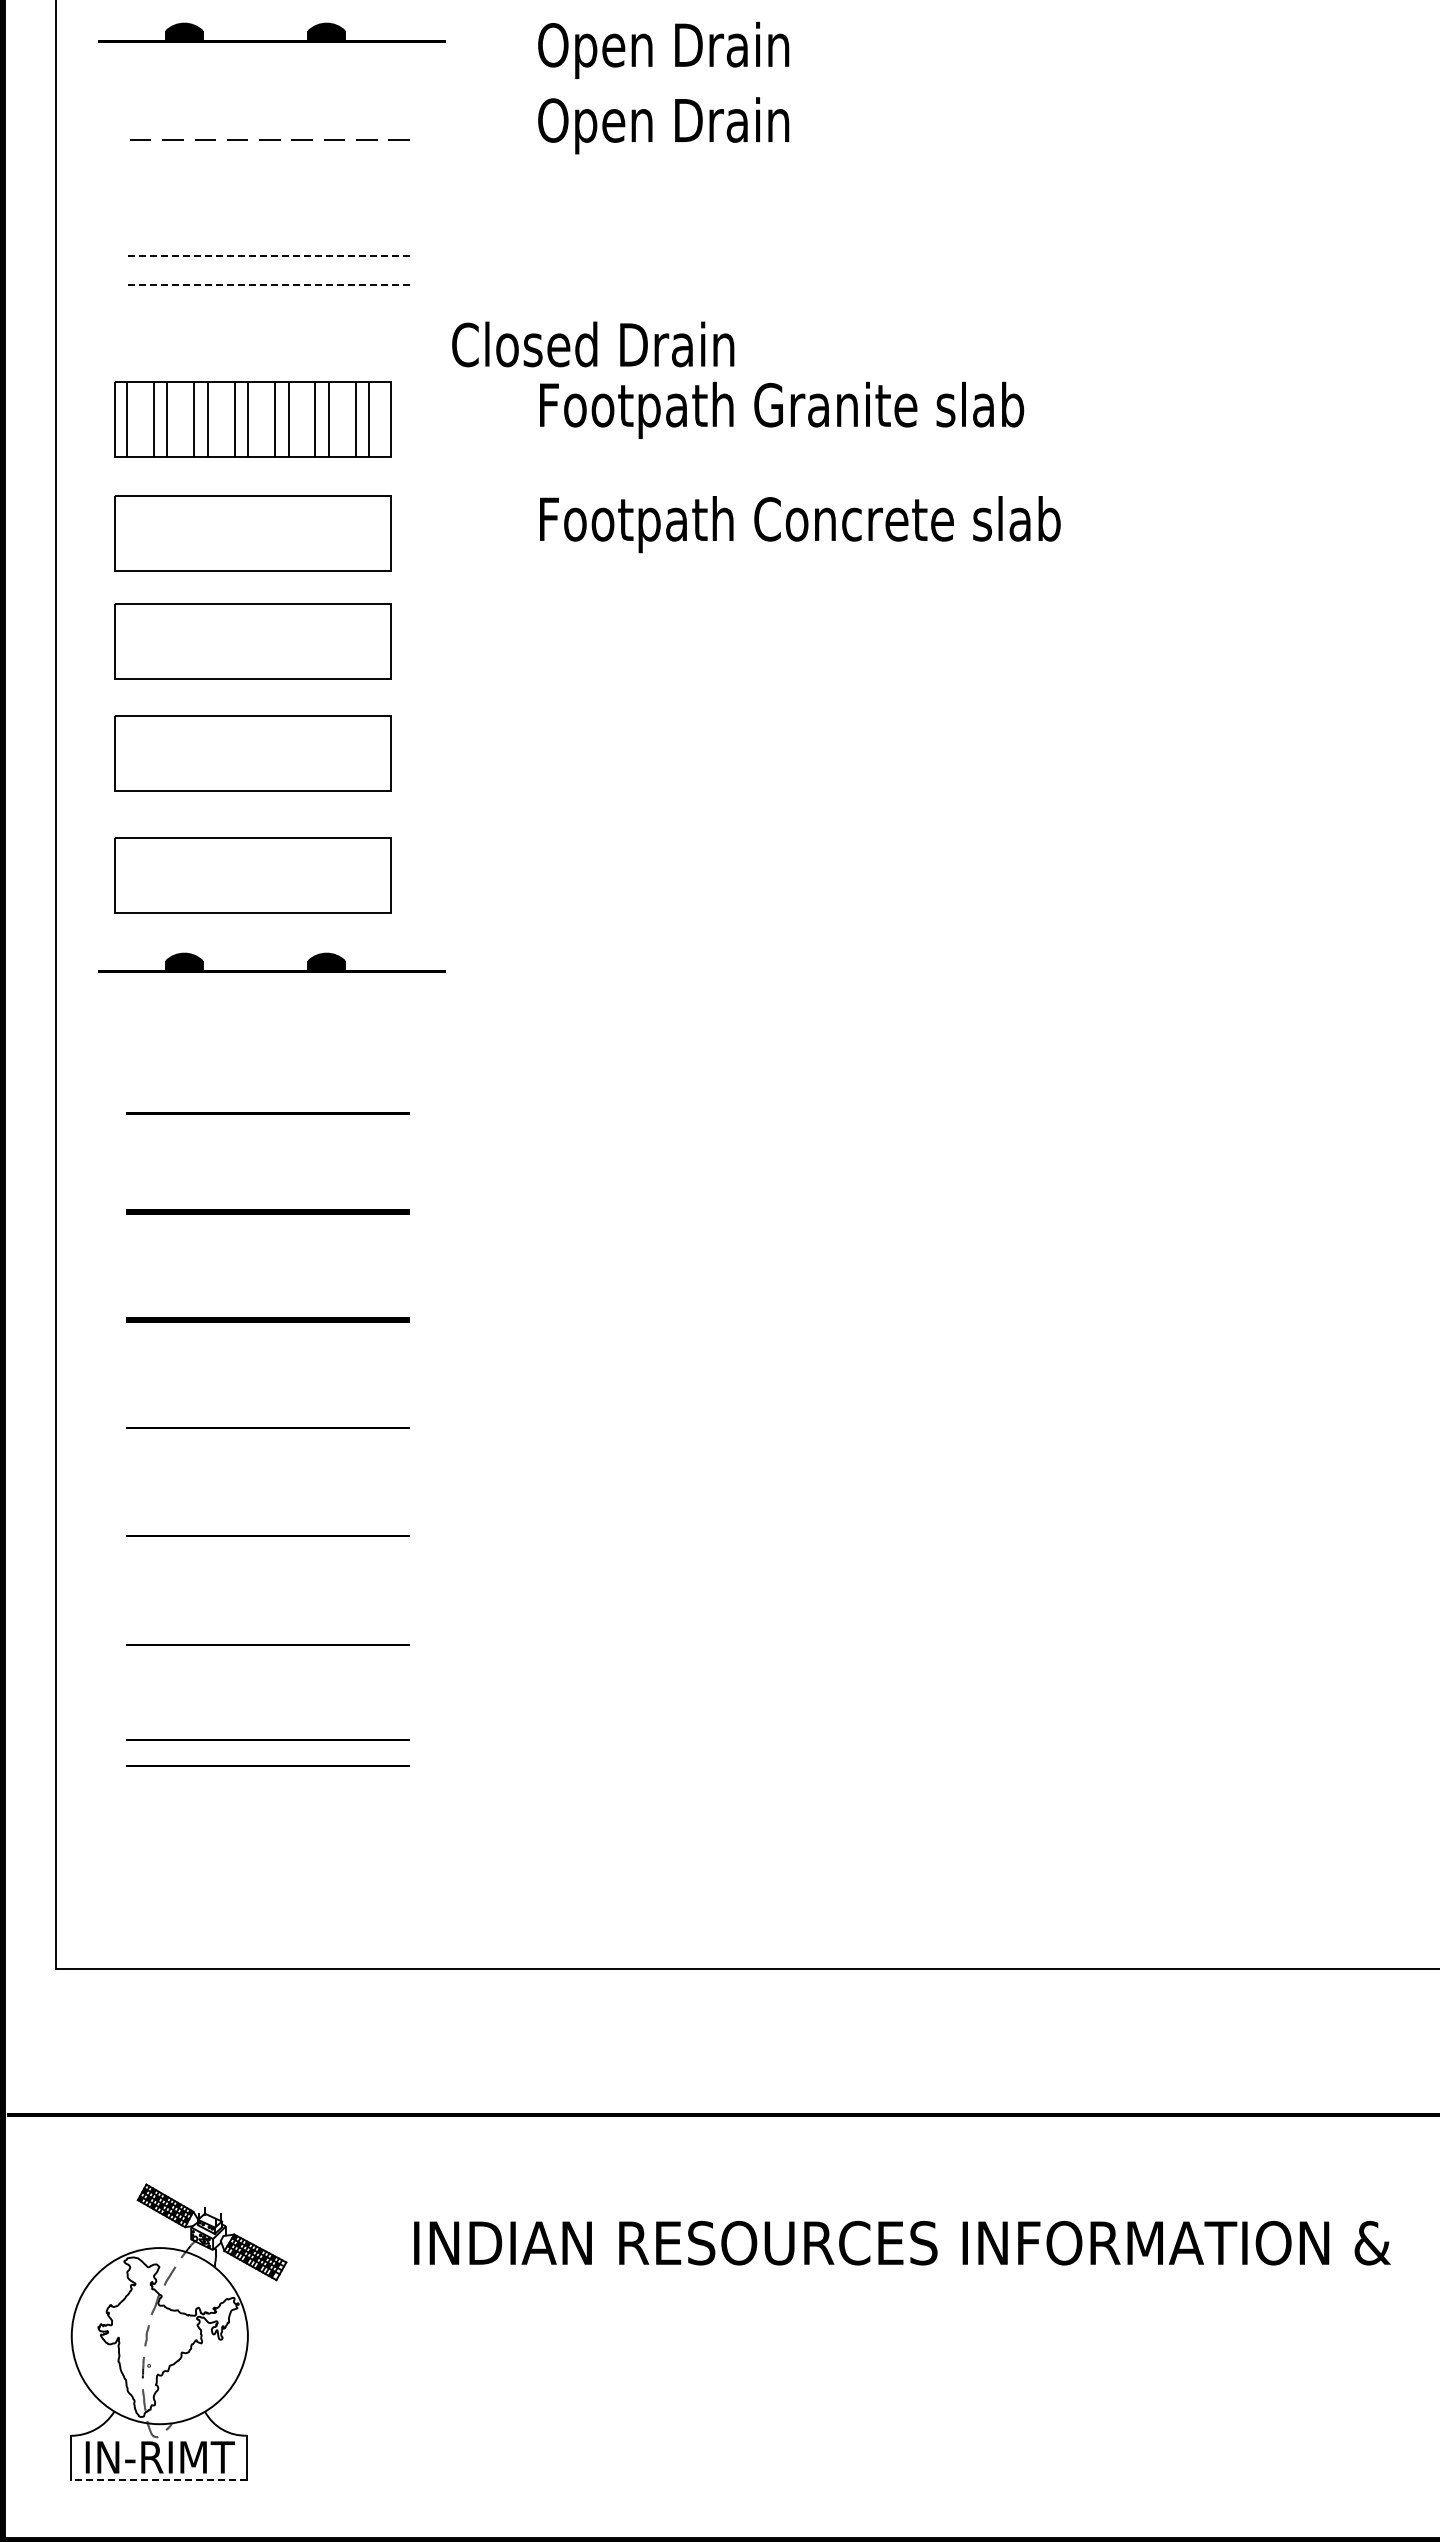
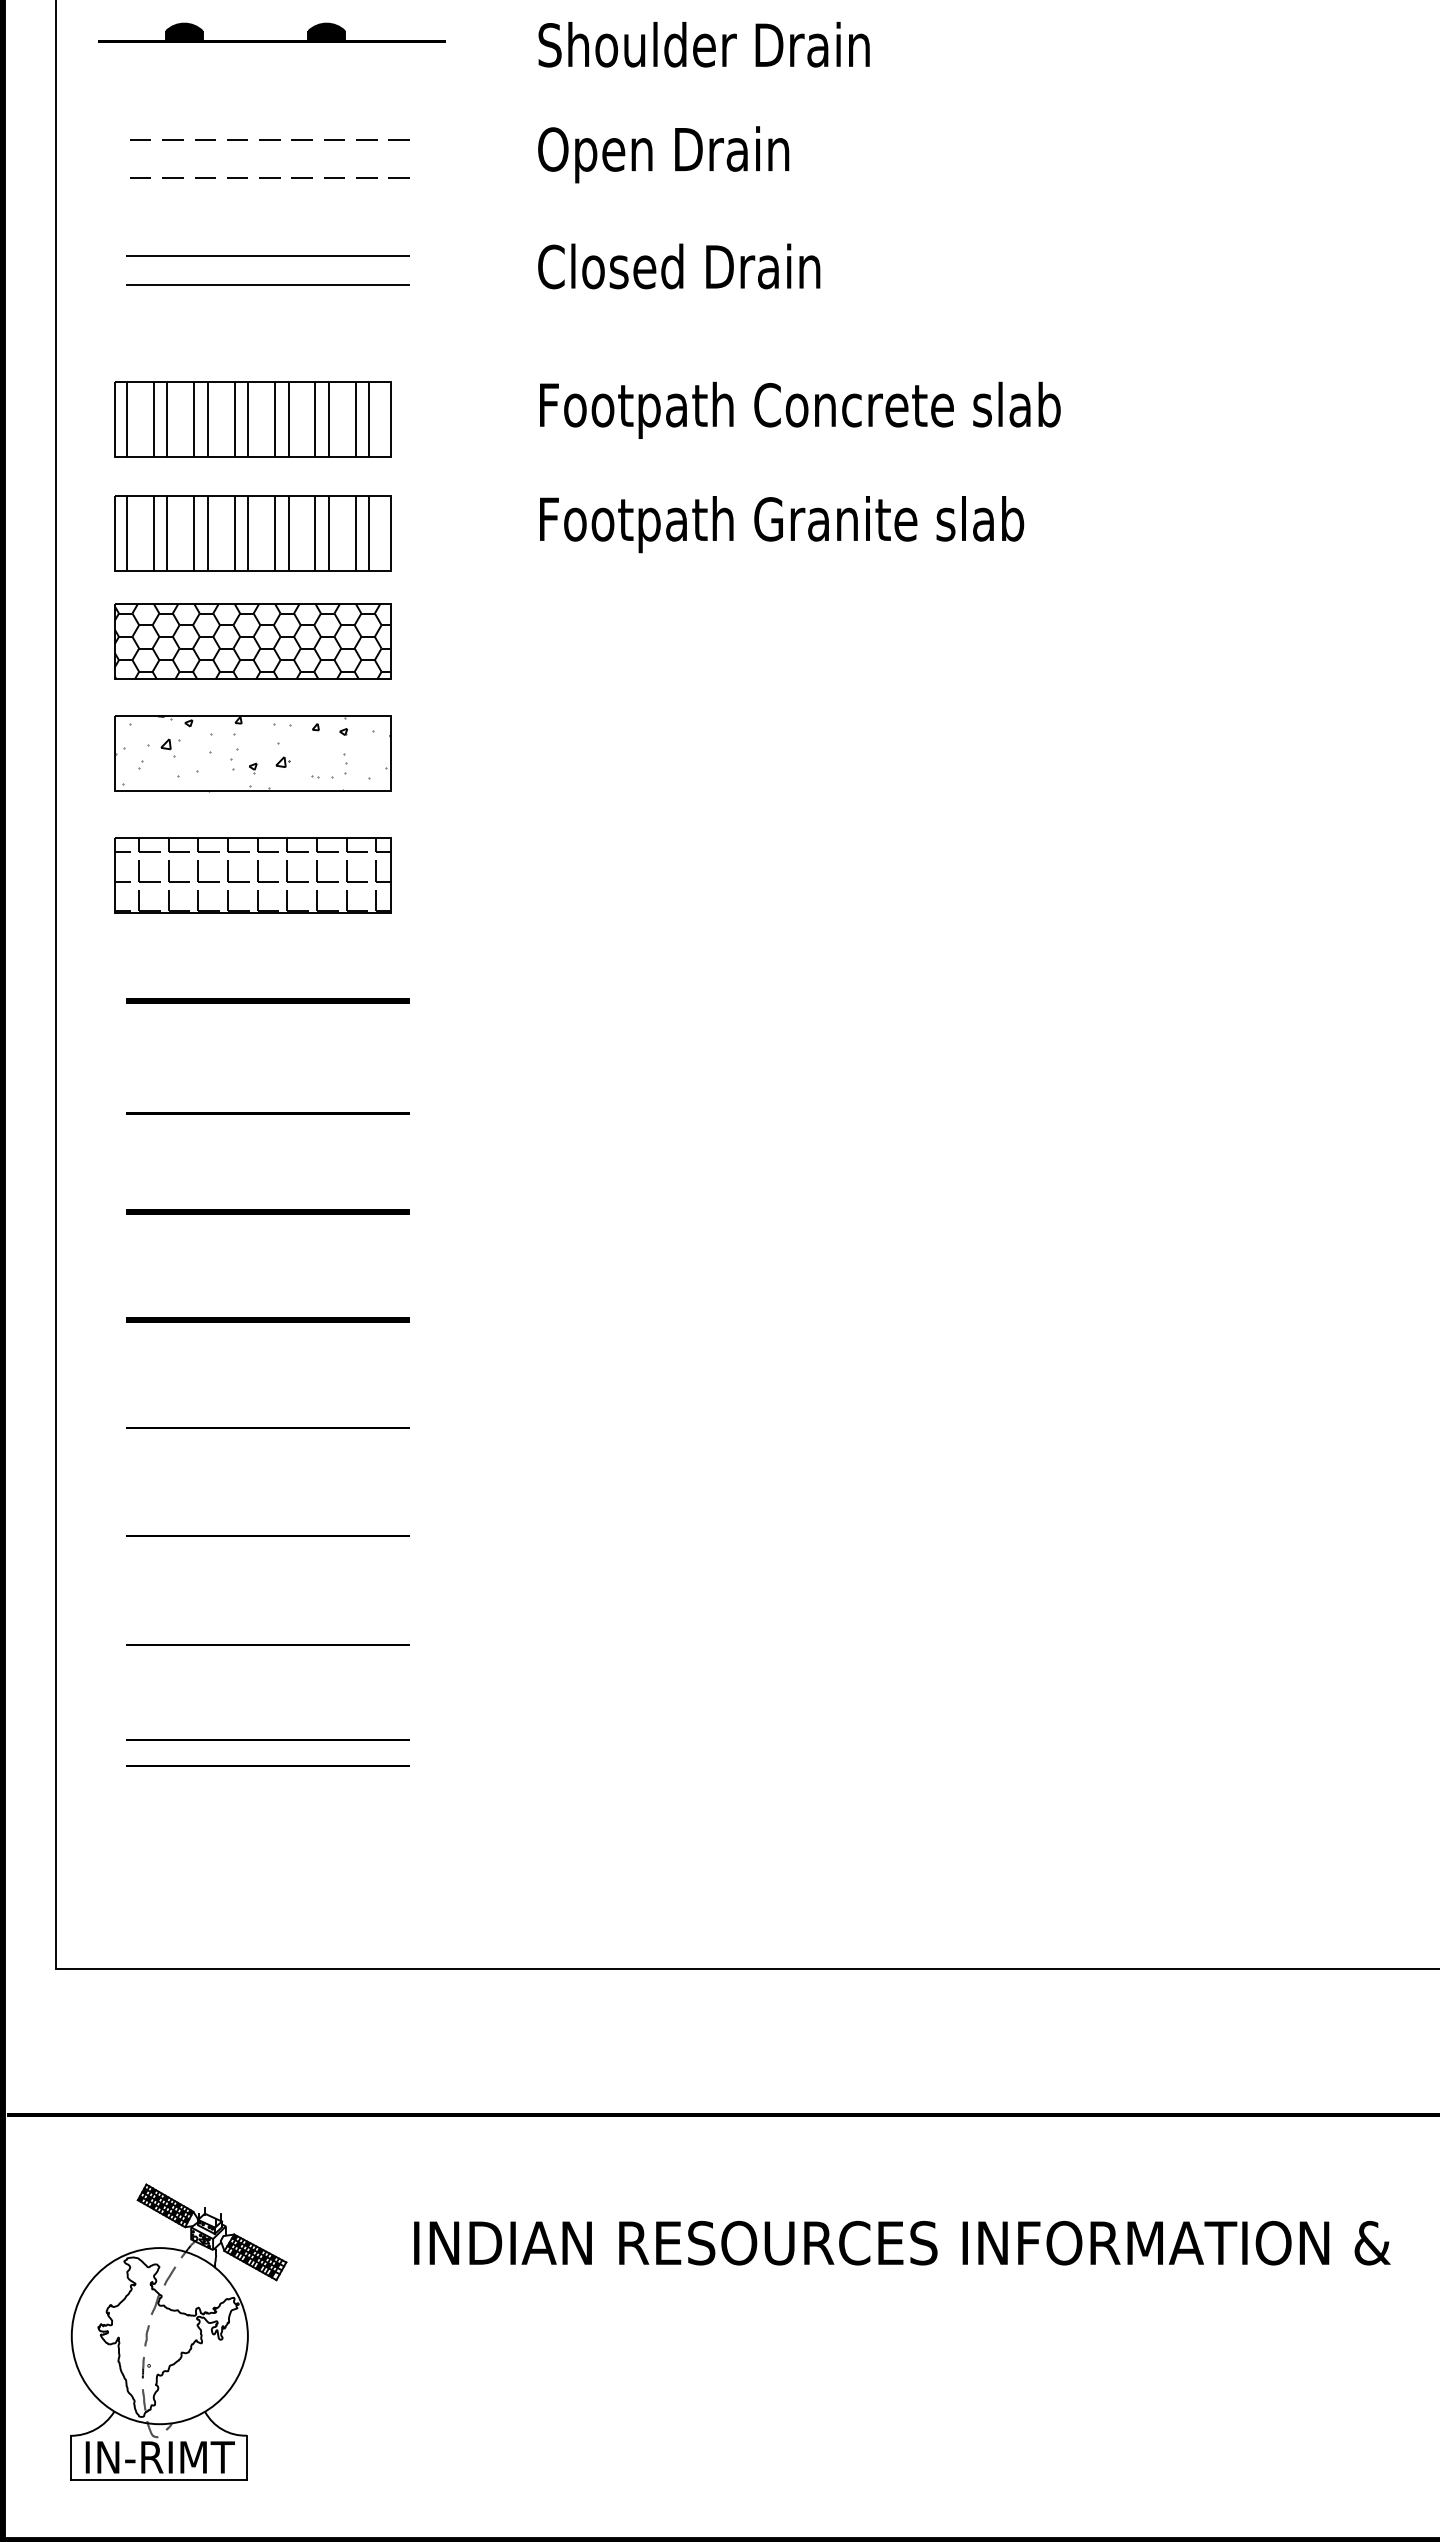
text at (703, 50): Open Drain -> Shoulder Drain
text at (663, 125) position: (663, 125) -> (663, 154)
line at (269, 177): none -> present
line at (268, 255): dashed -> solid
line at (268, 285): dashed -> solid
text at (593, 344) position: (593, 344) -> (679, 266)
text at (915, 404): Footpath Granite slab -> Footpath Concrete slab
text at (915, 518): Footpath Concrete slab -> Footpath Granite slab
hatch at (247, 532): none -> present
hatch at (252, 641): none -> present
hatch at (253, 753): none -> present
hatch at (252, 874): none -> present
part at (271, 970): present -> none
line at (267, 1000): none -> present
line at (158, 2479): dashed -> solid
